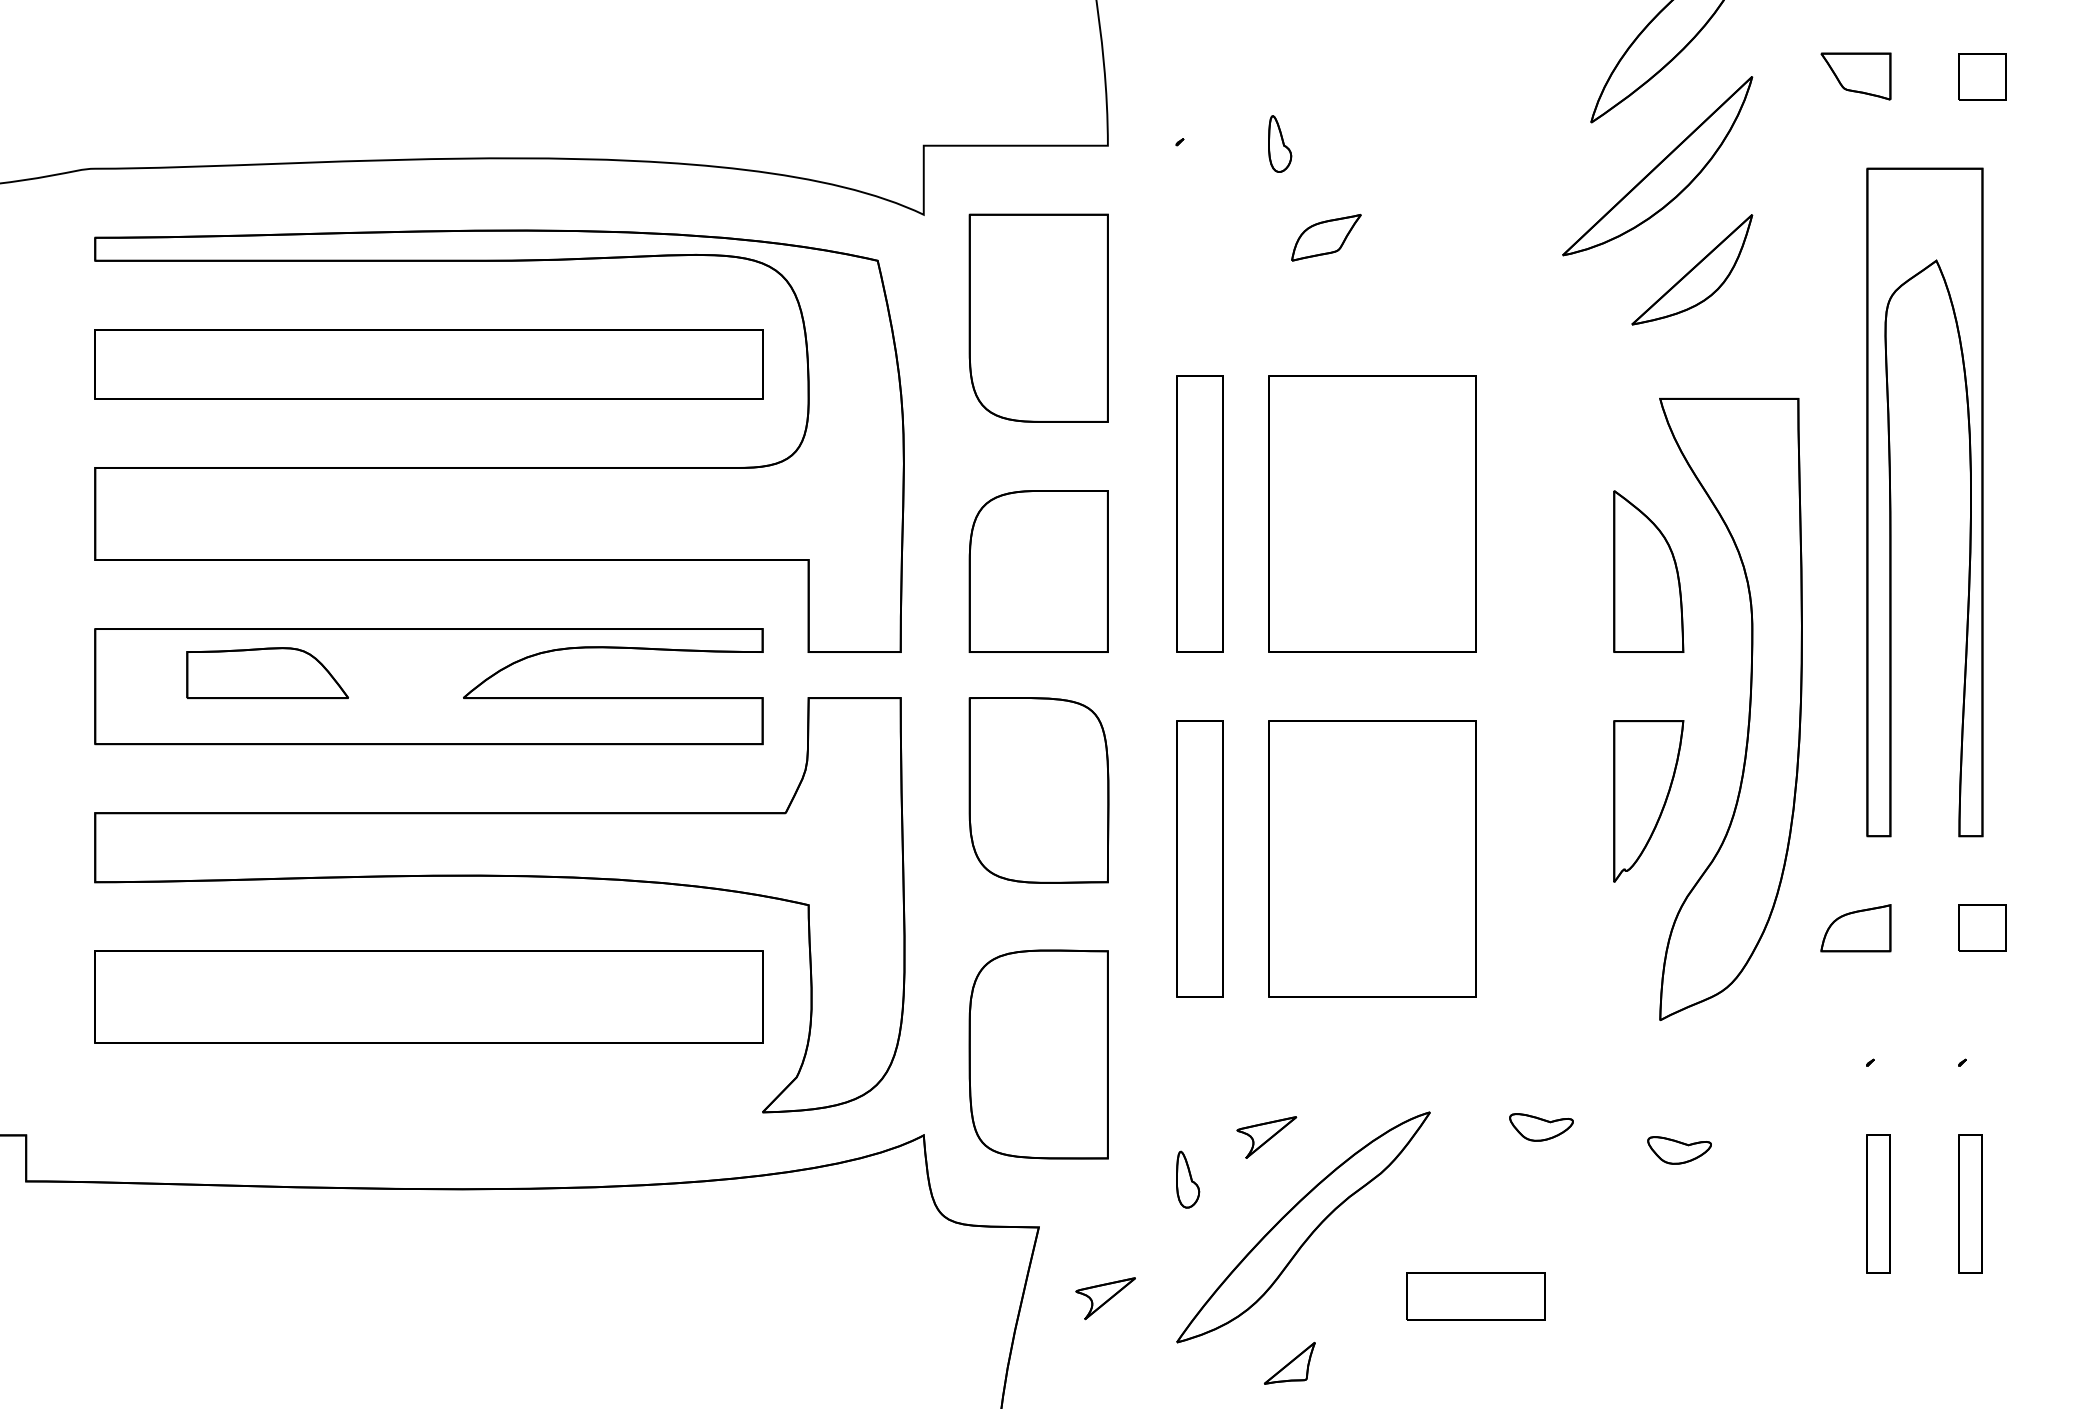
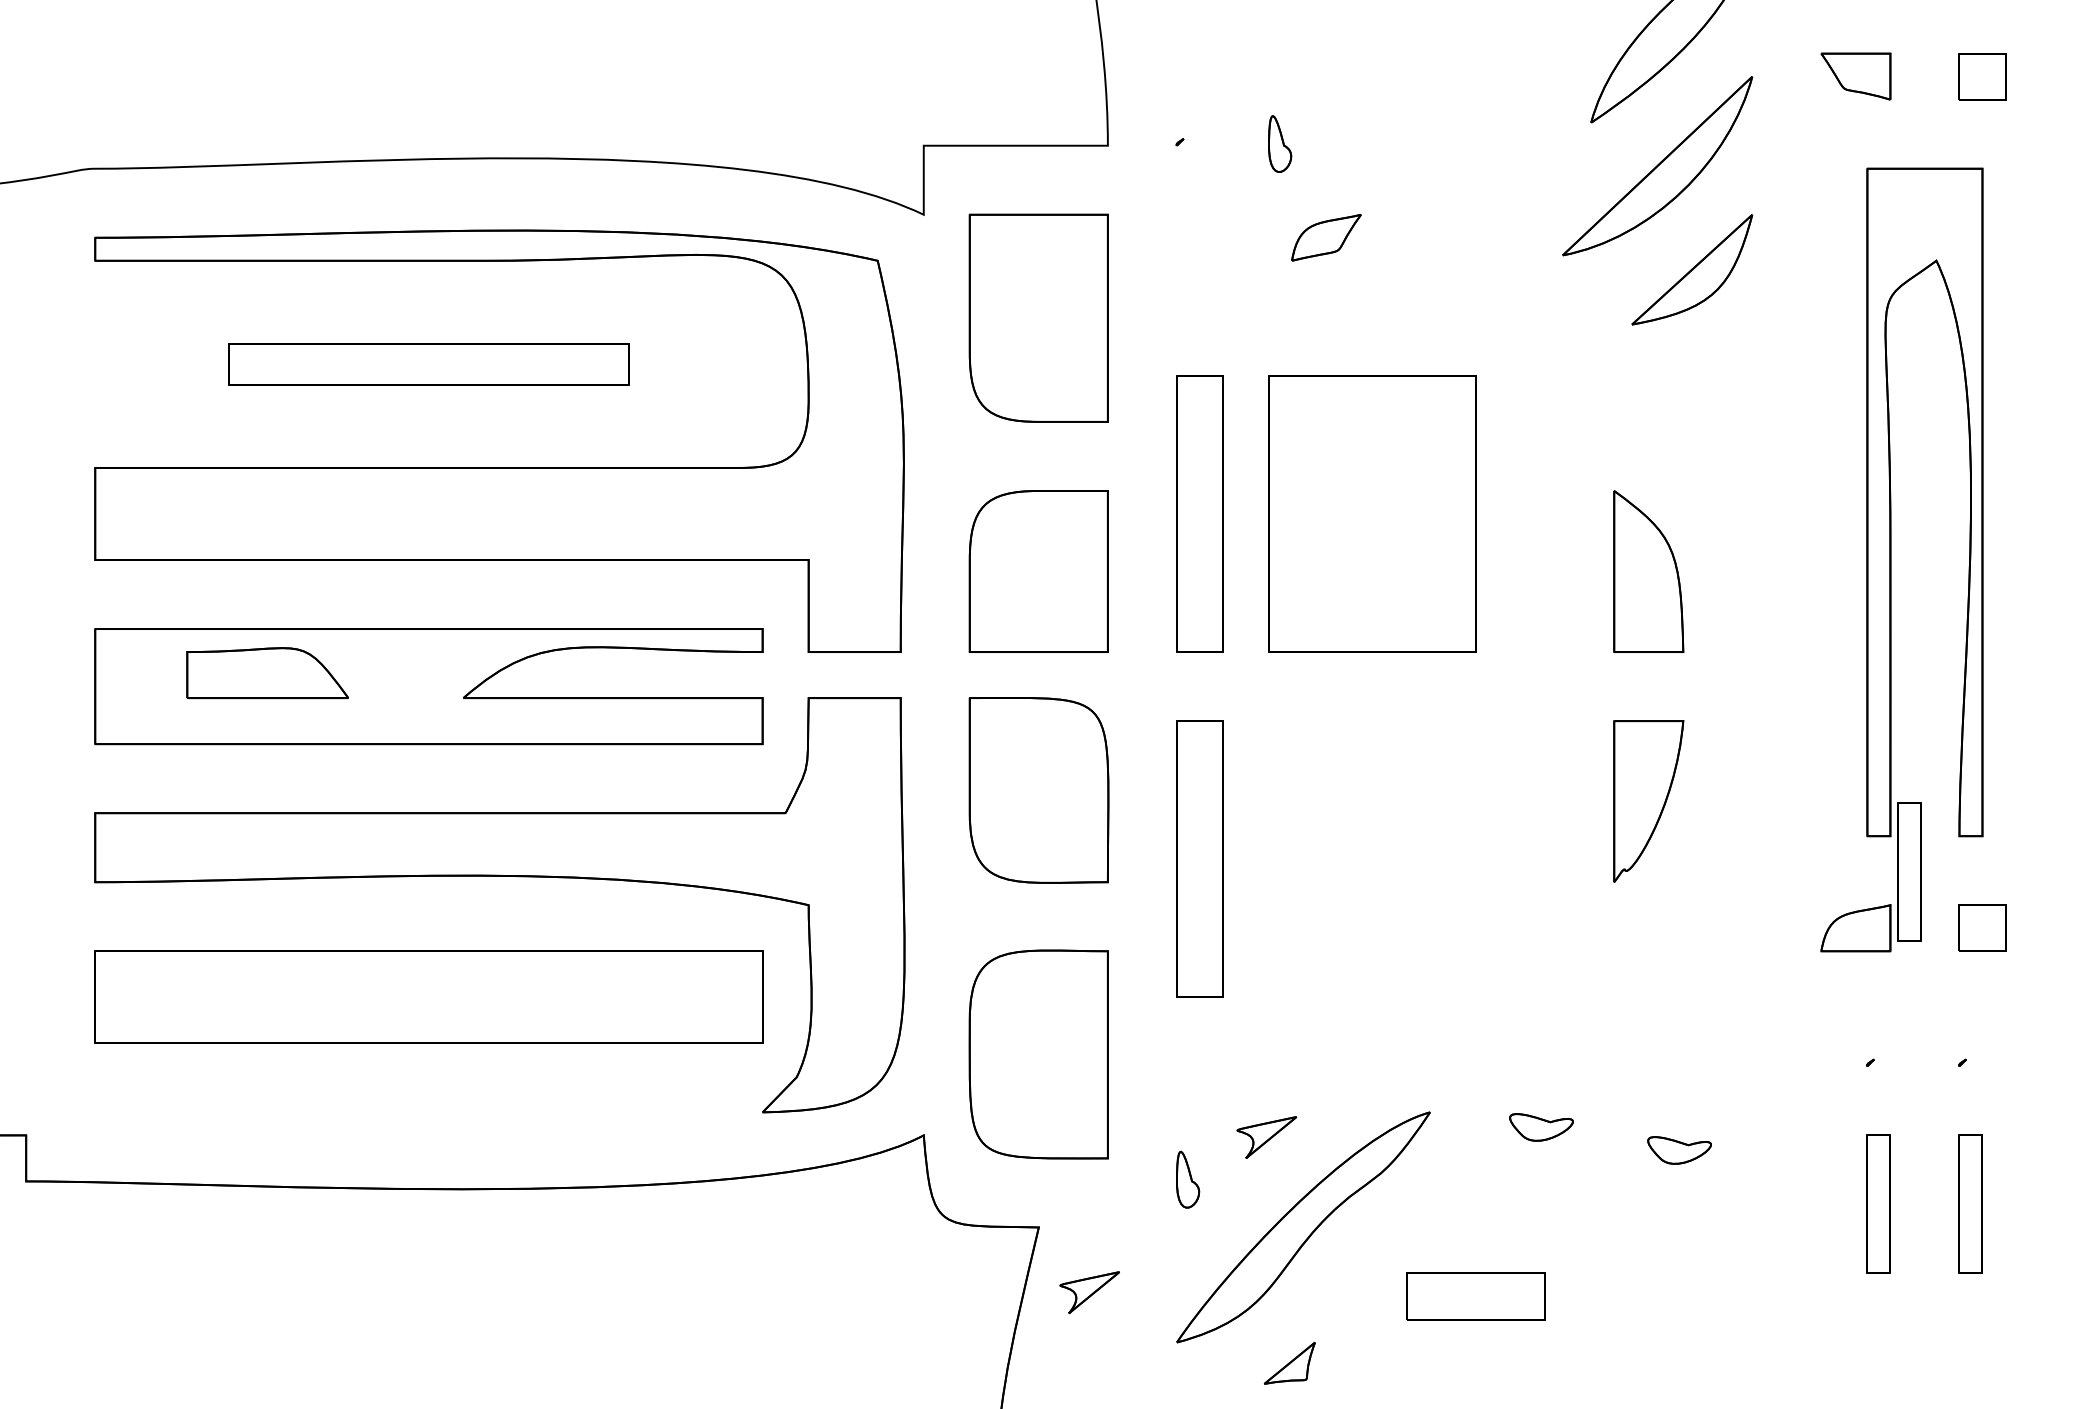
part at (428, 364) size: 670x71 px -> 402x43 px
part at (1748, 711): present -> none
part at (1372, 858): present -> none
part at (1909, 871): none -> present
part at (1105, 1298) position: (1105, 1298) -> (1089, 1292)
